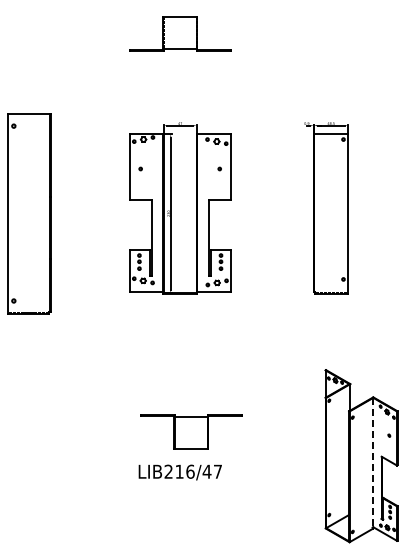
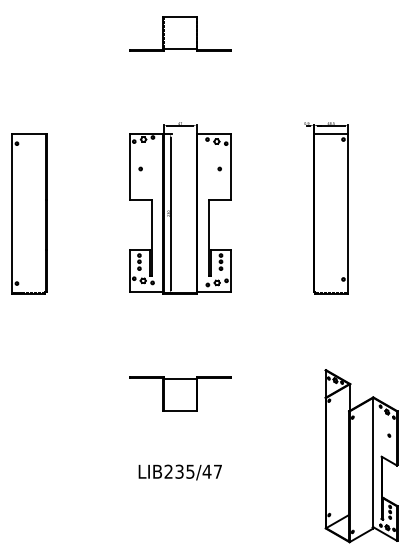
part at (29, 213) size: 45x202 px -> 37x162 px
part at (191, 431) position: (191, 431) -> (180, 393)
line at (373, 462): dashed -> solid
text at (184, 471): LIB216/47 -> LIB235/47
